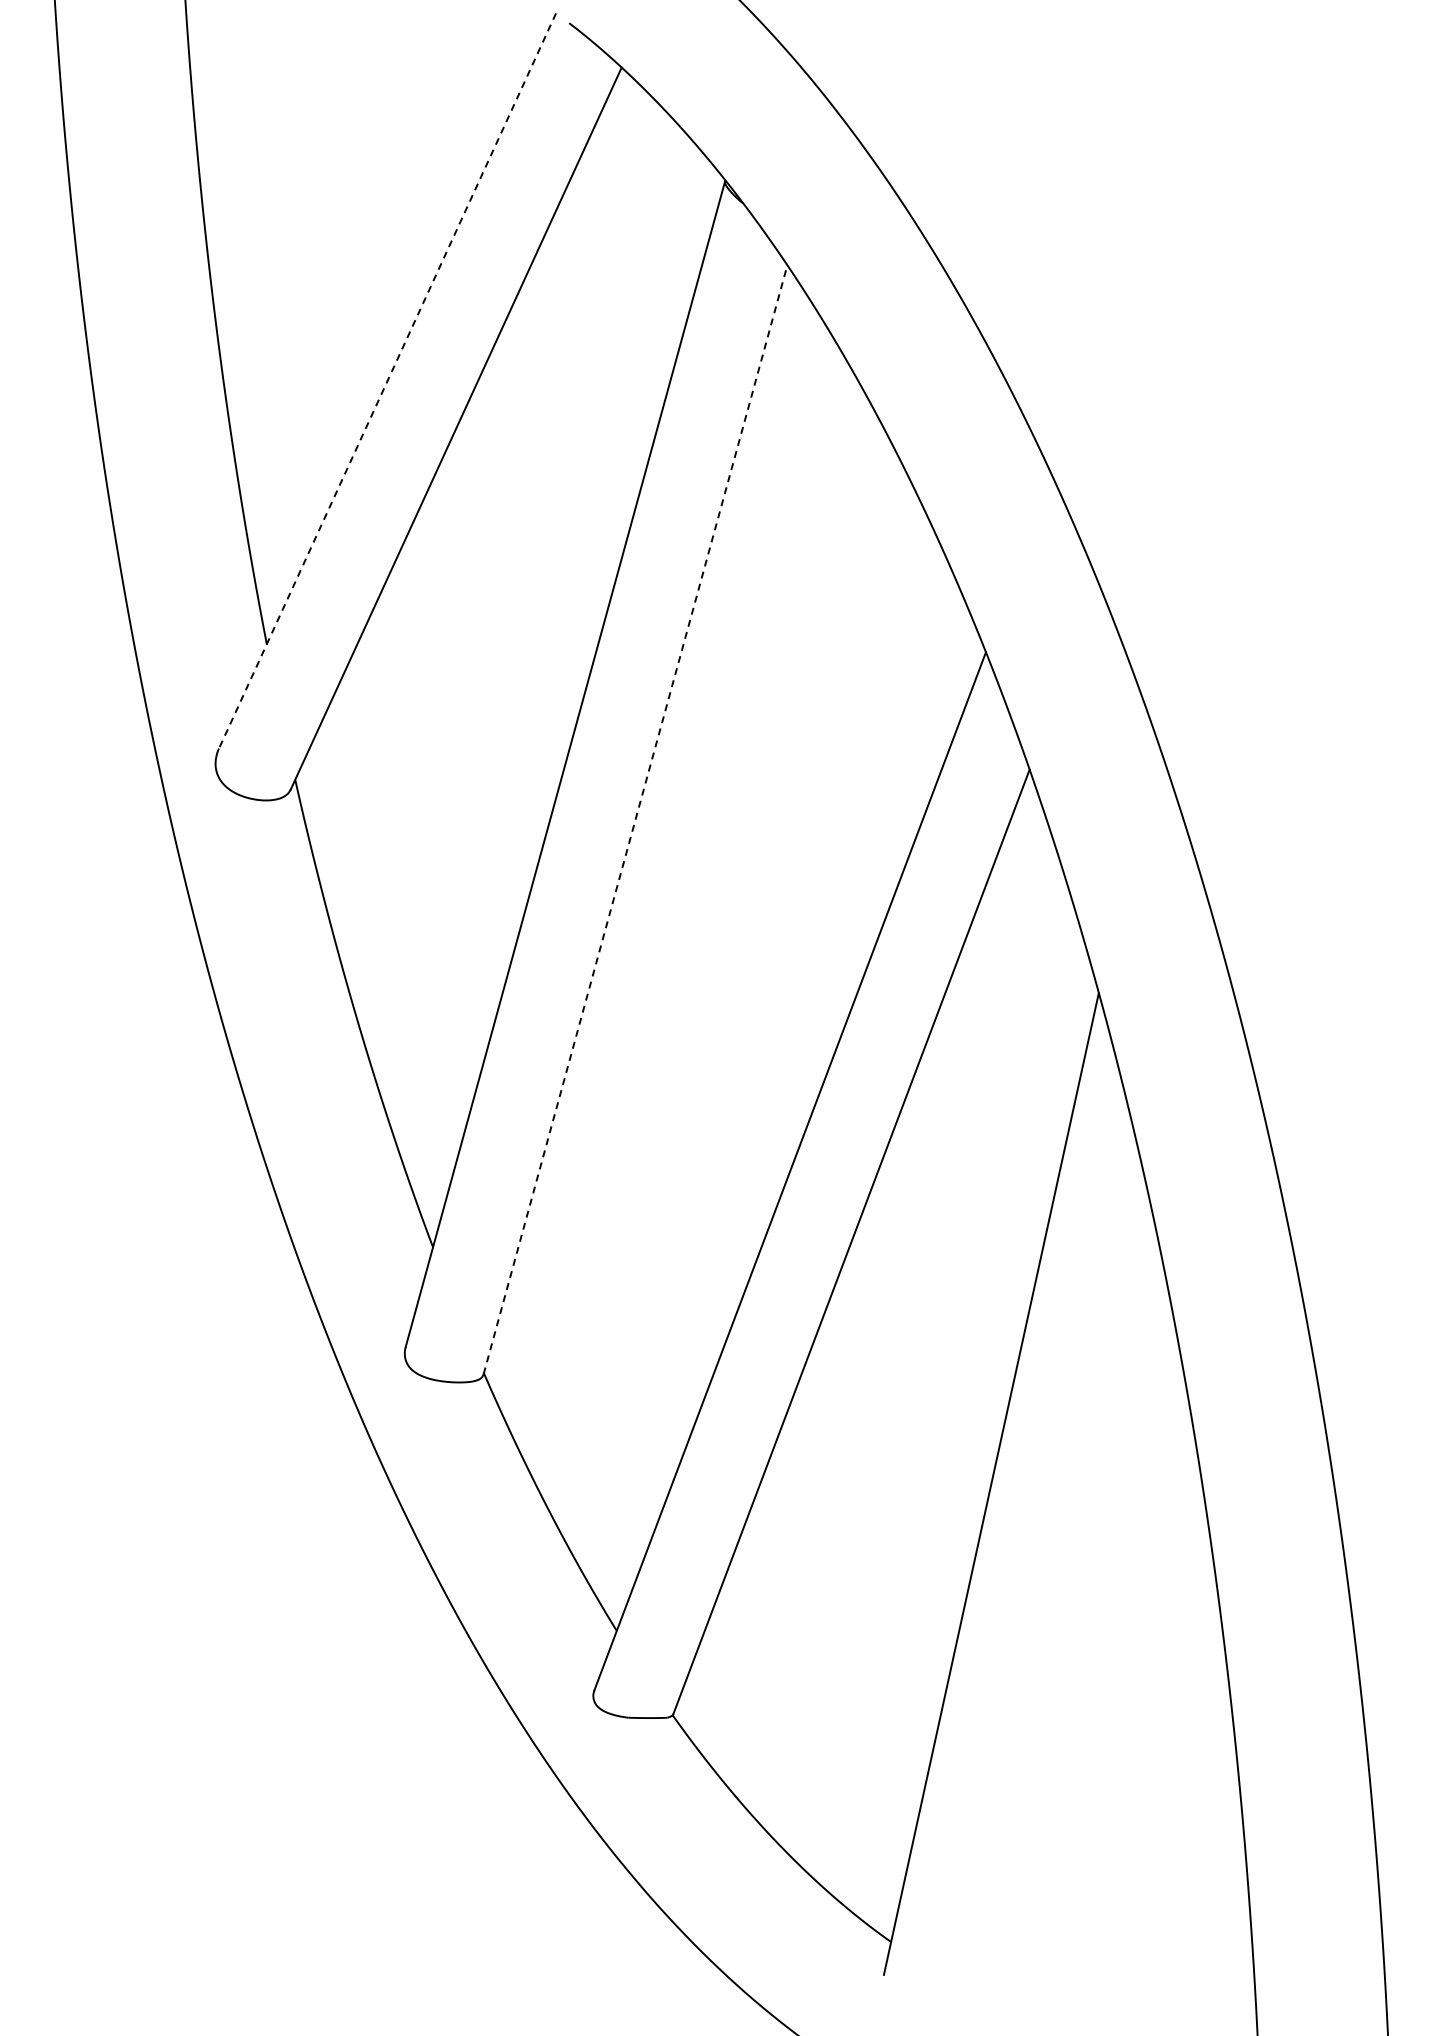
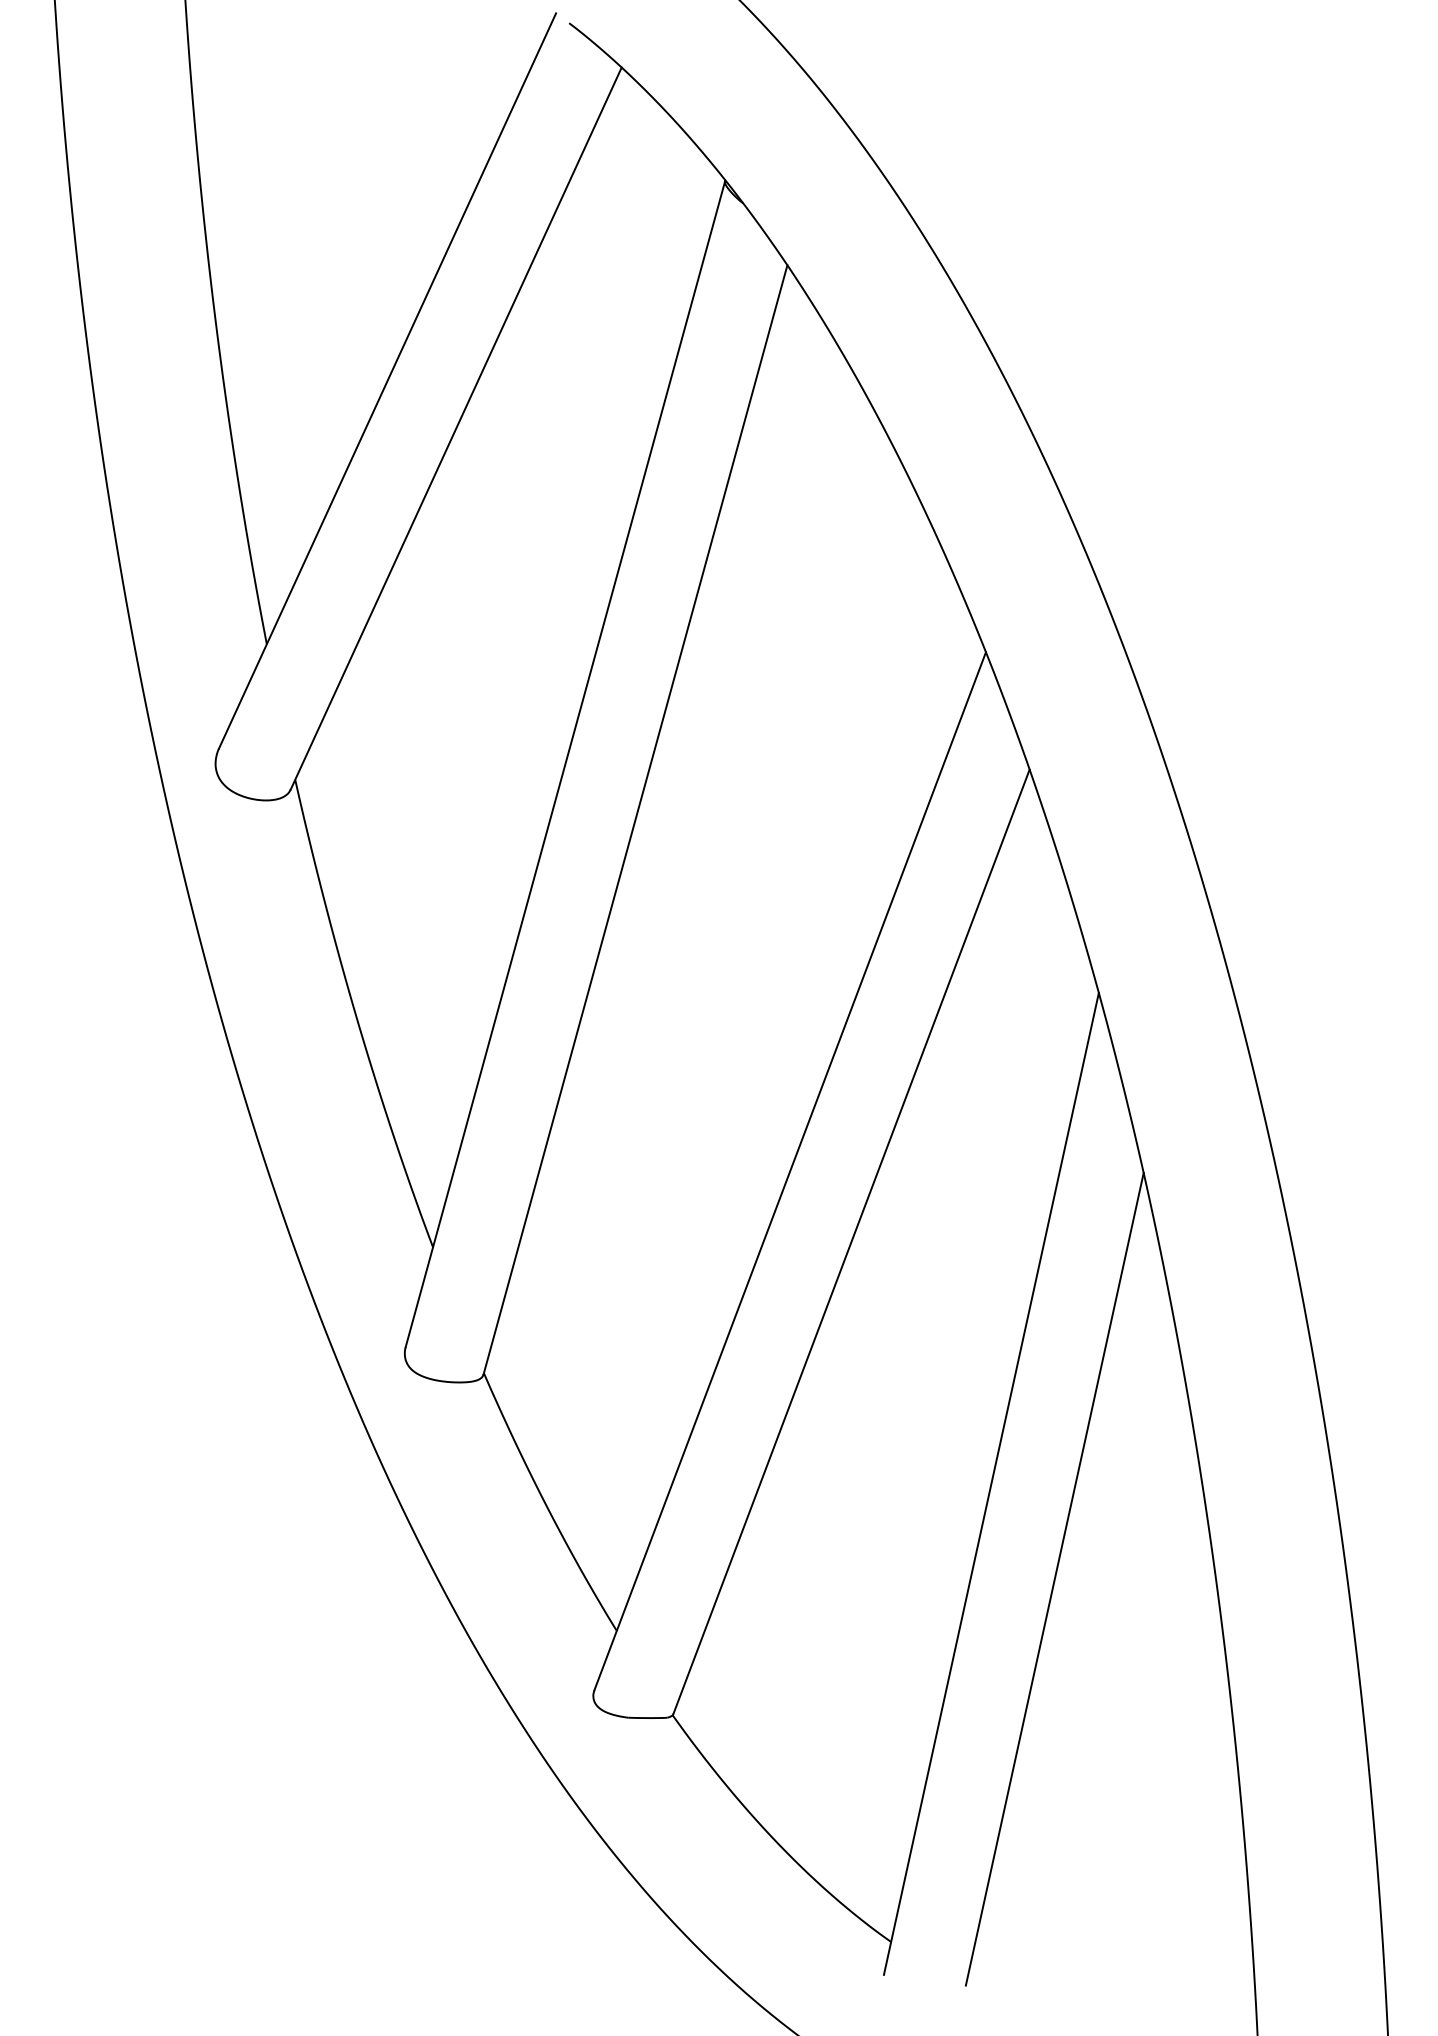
line at (387, 381): dashed -> solid
line at (635, 819): dashed -> solid
line at (1054, 1578): none -> present
